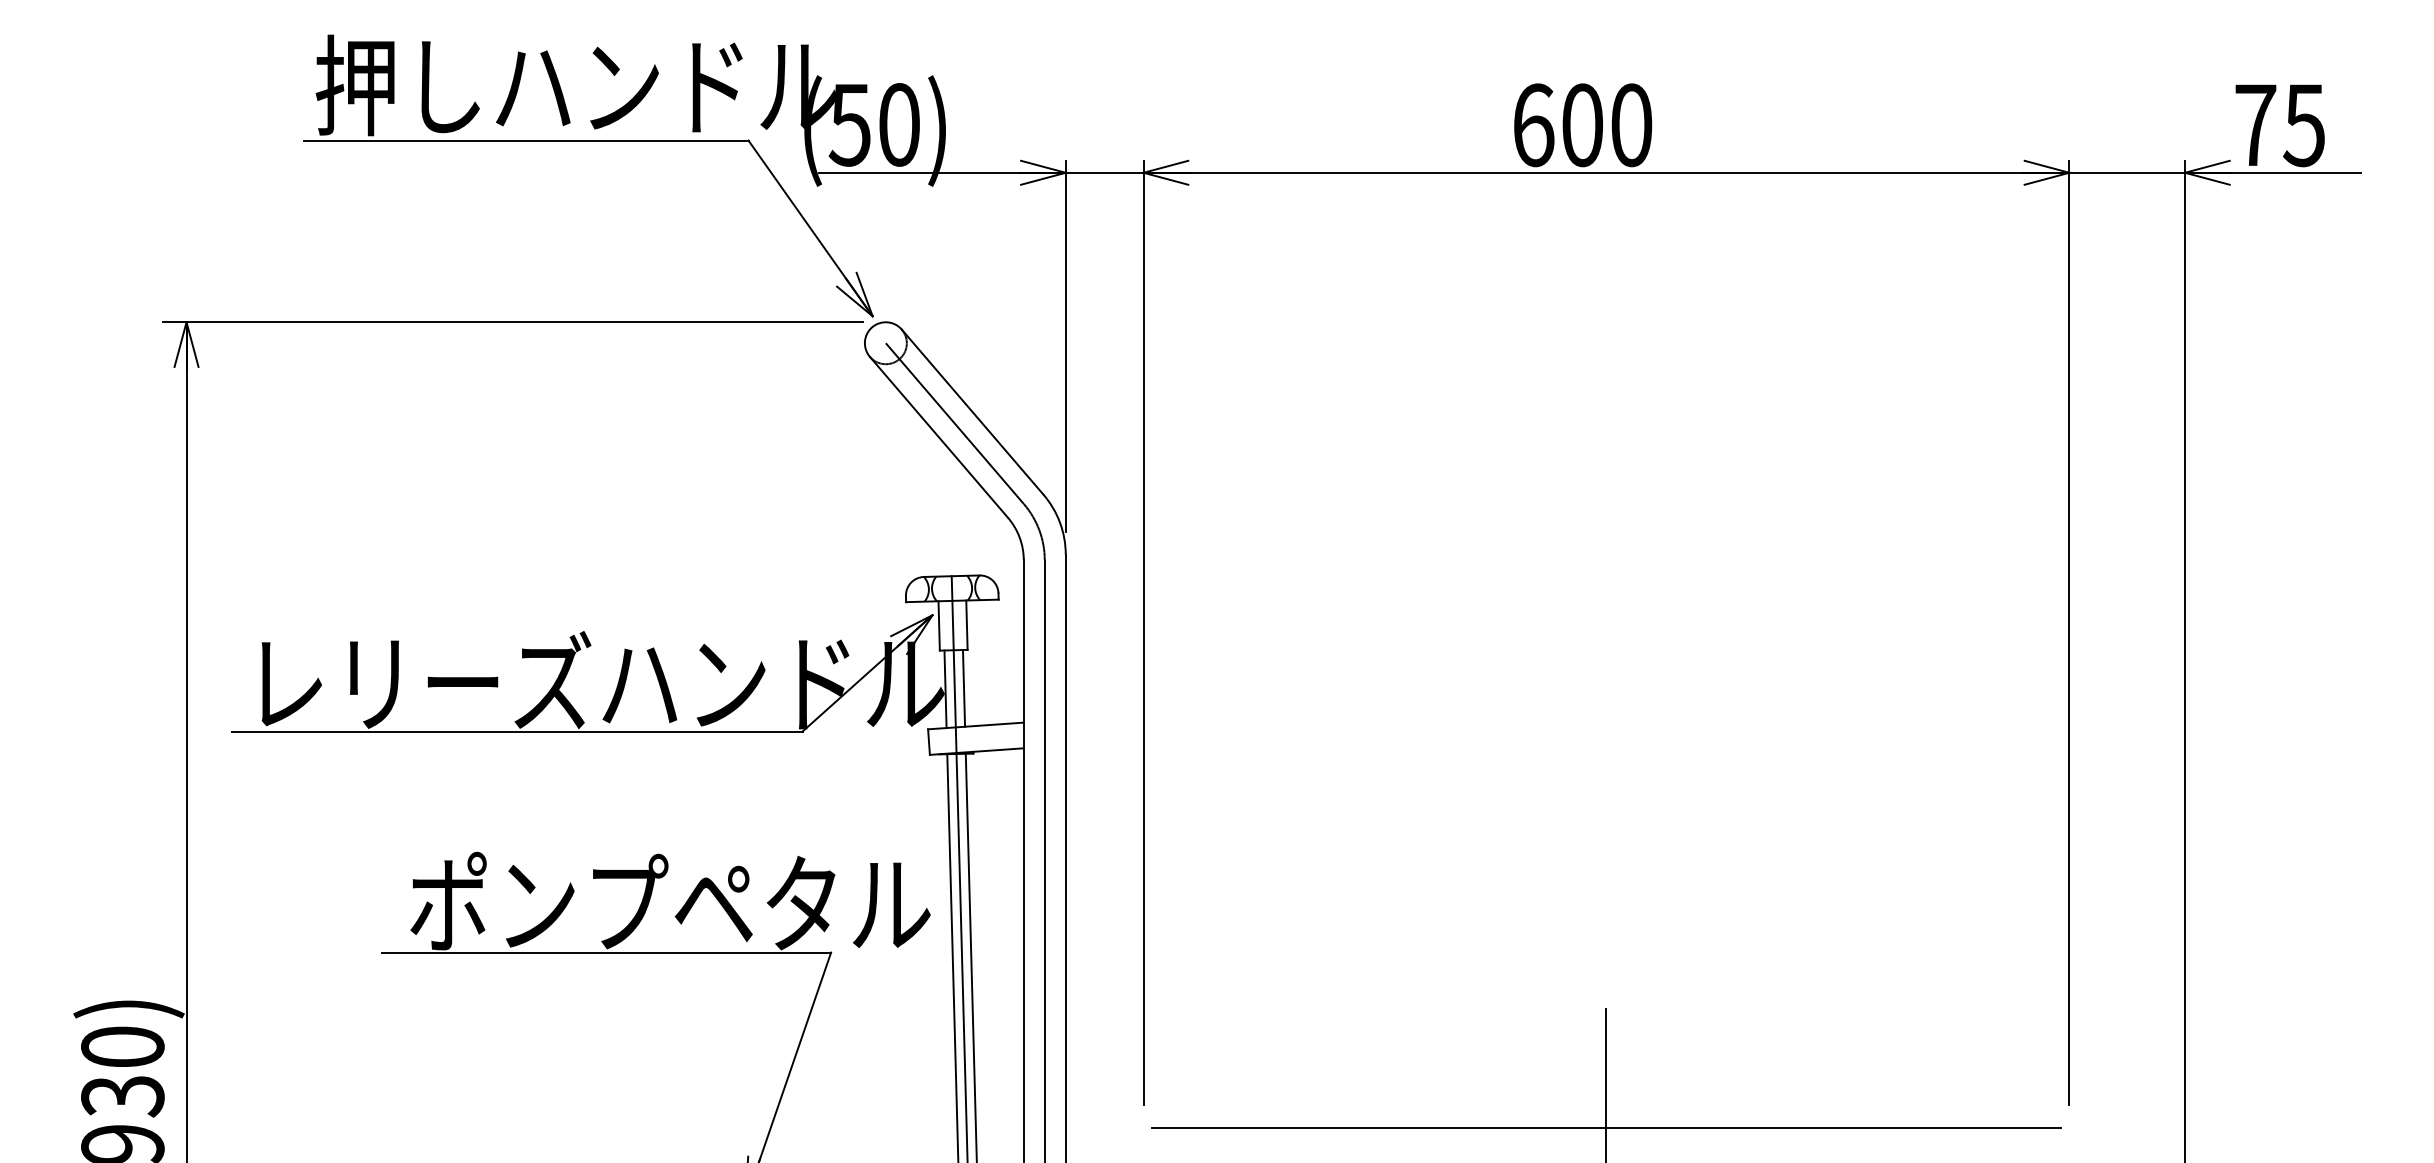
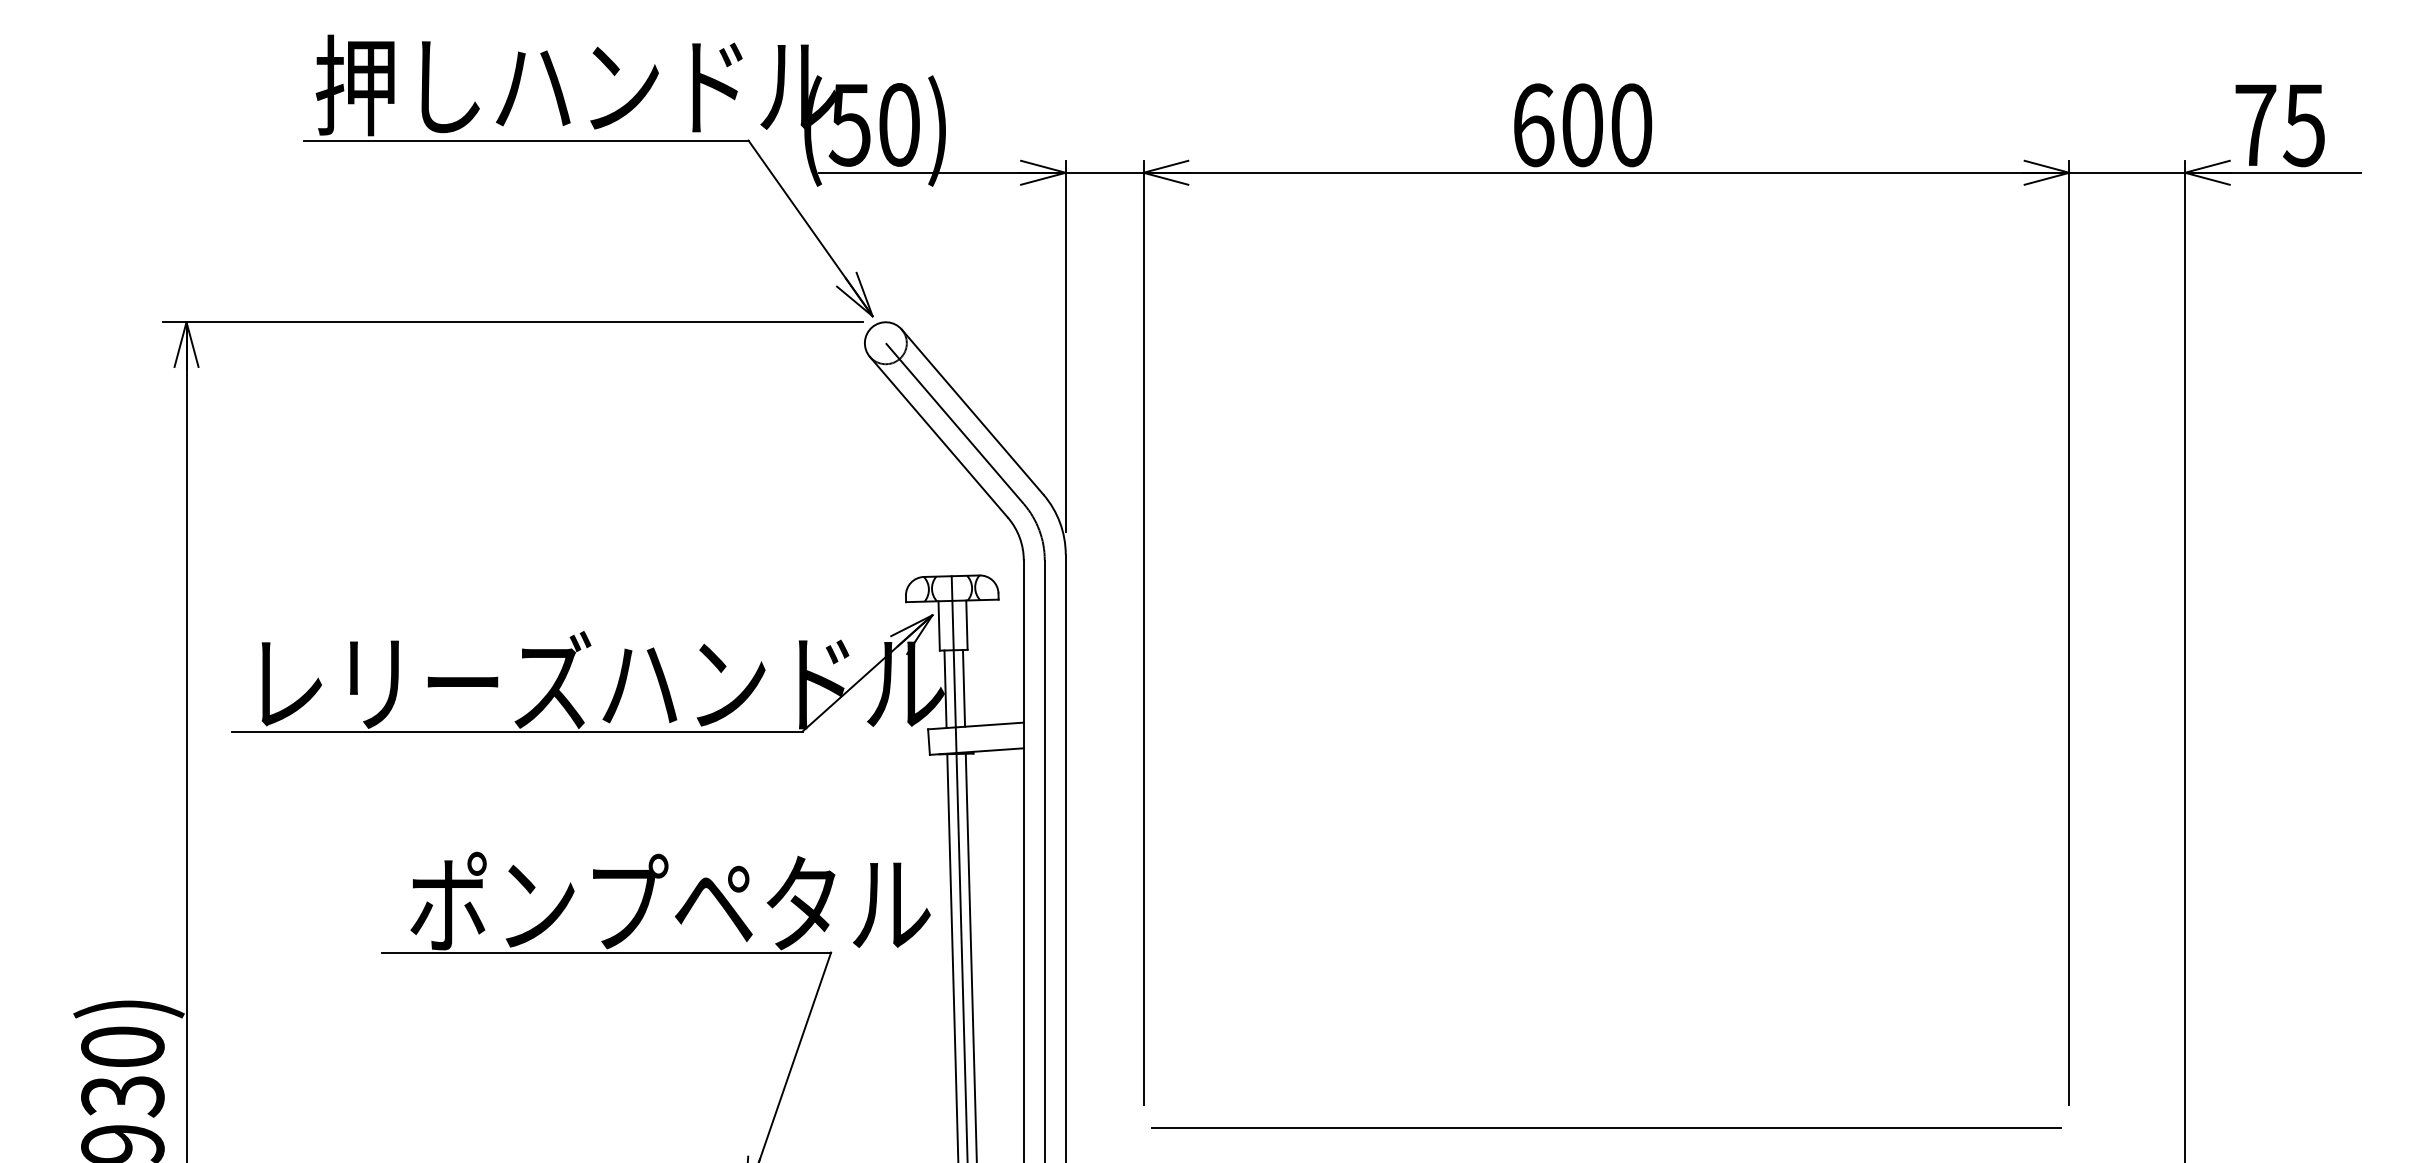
line at (1606, 1083): present -> none
